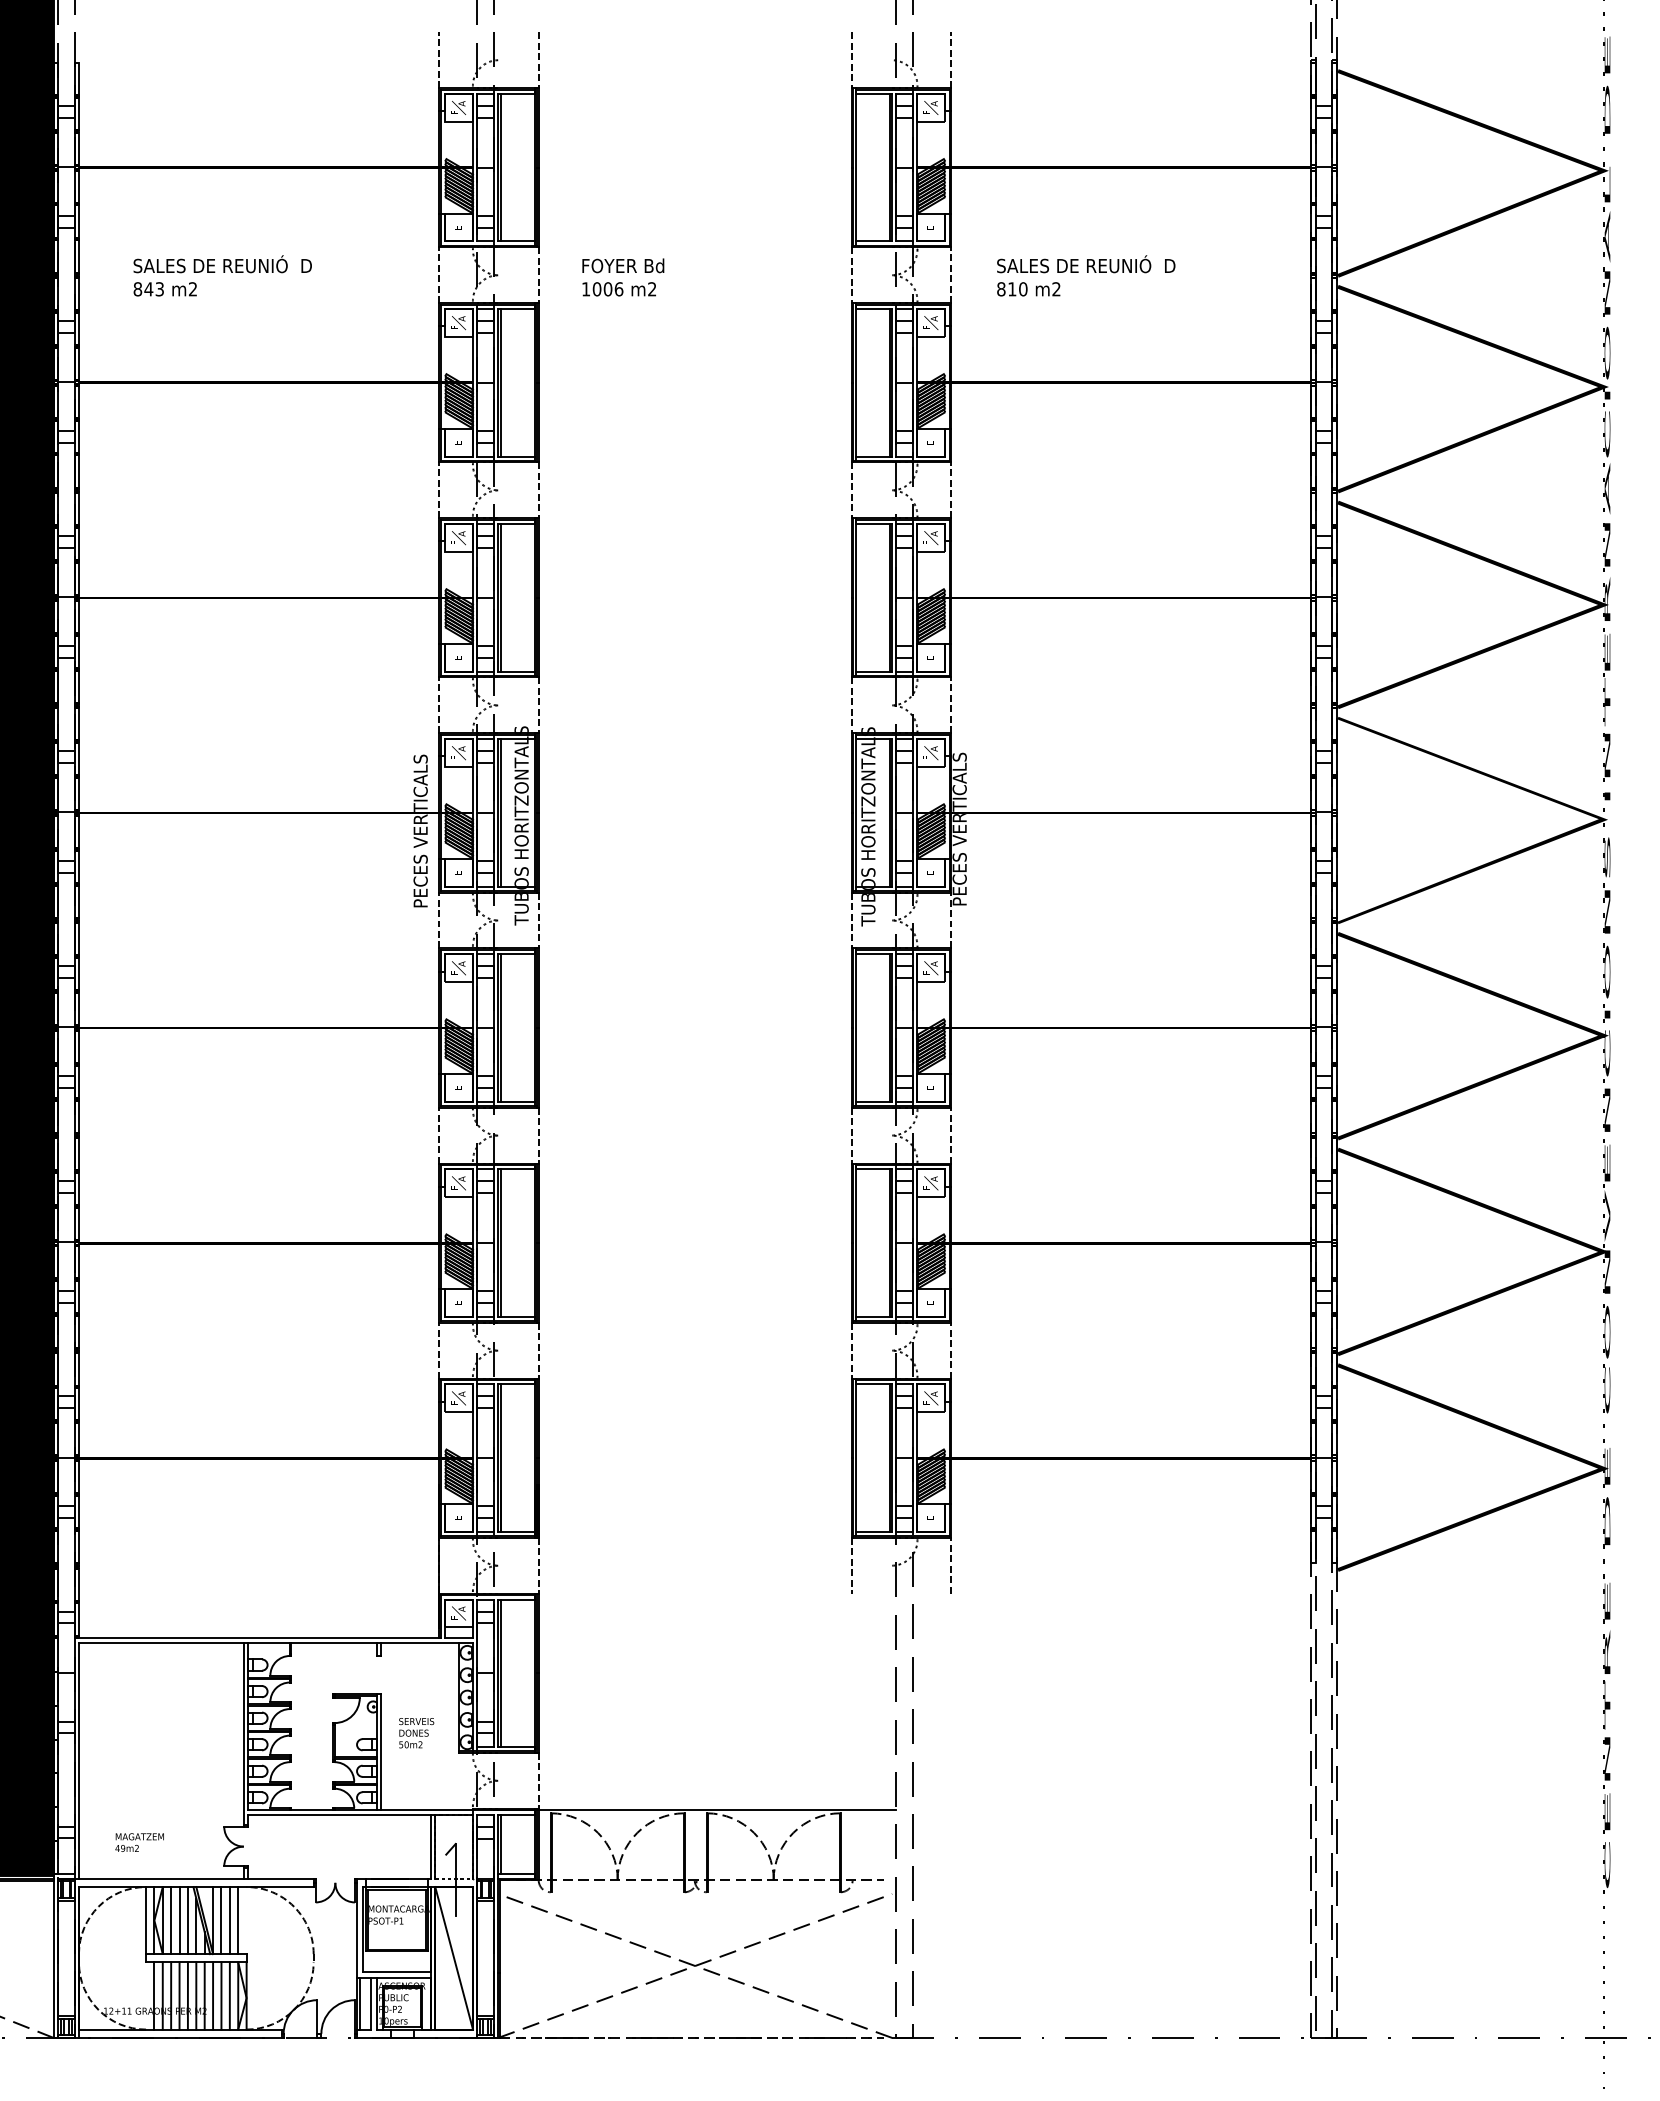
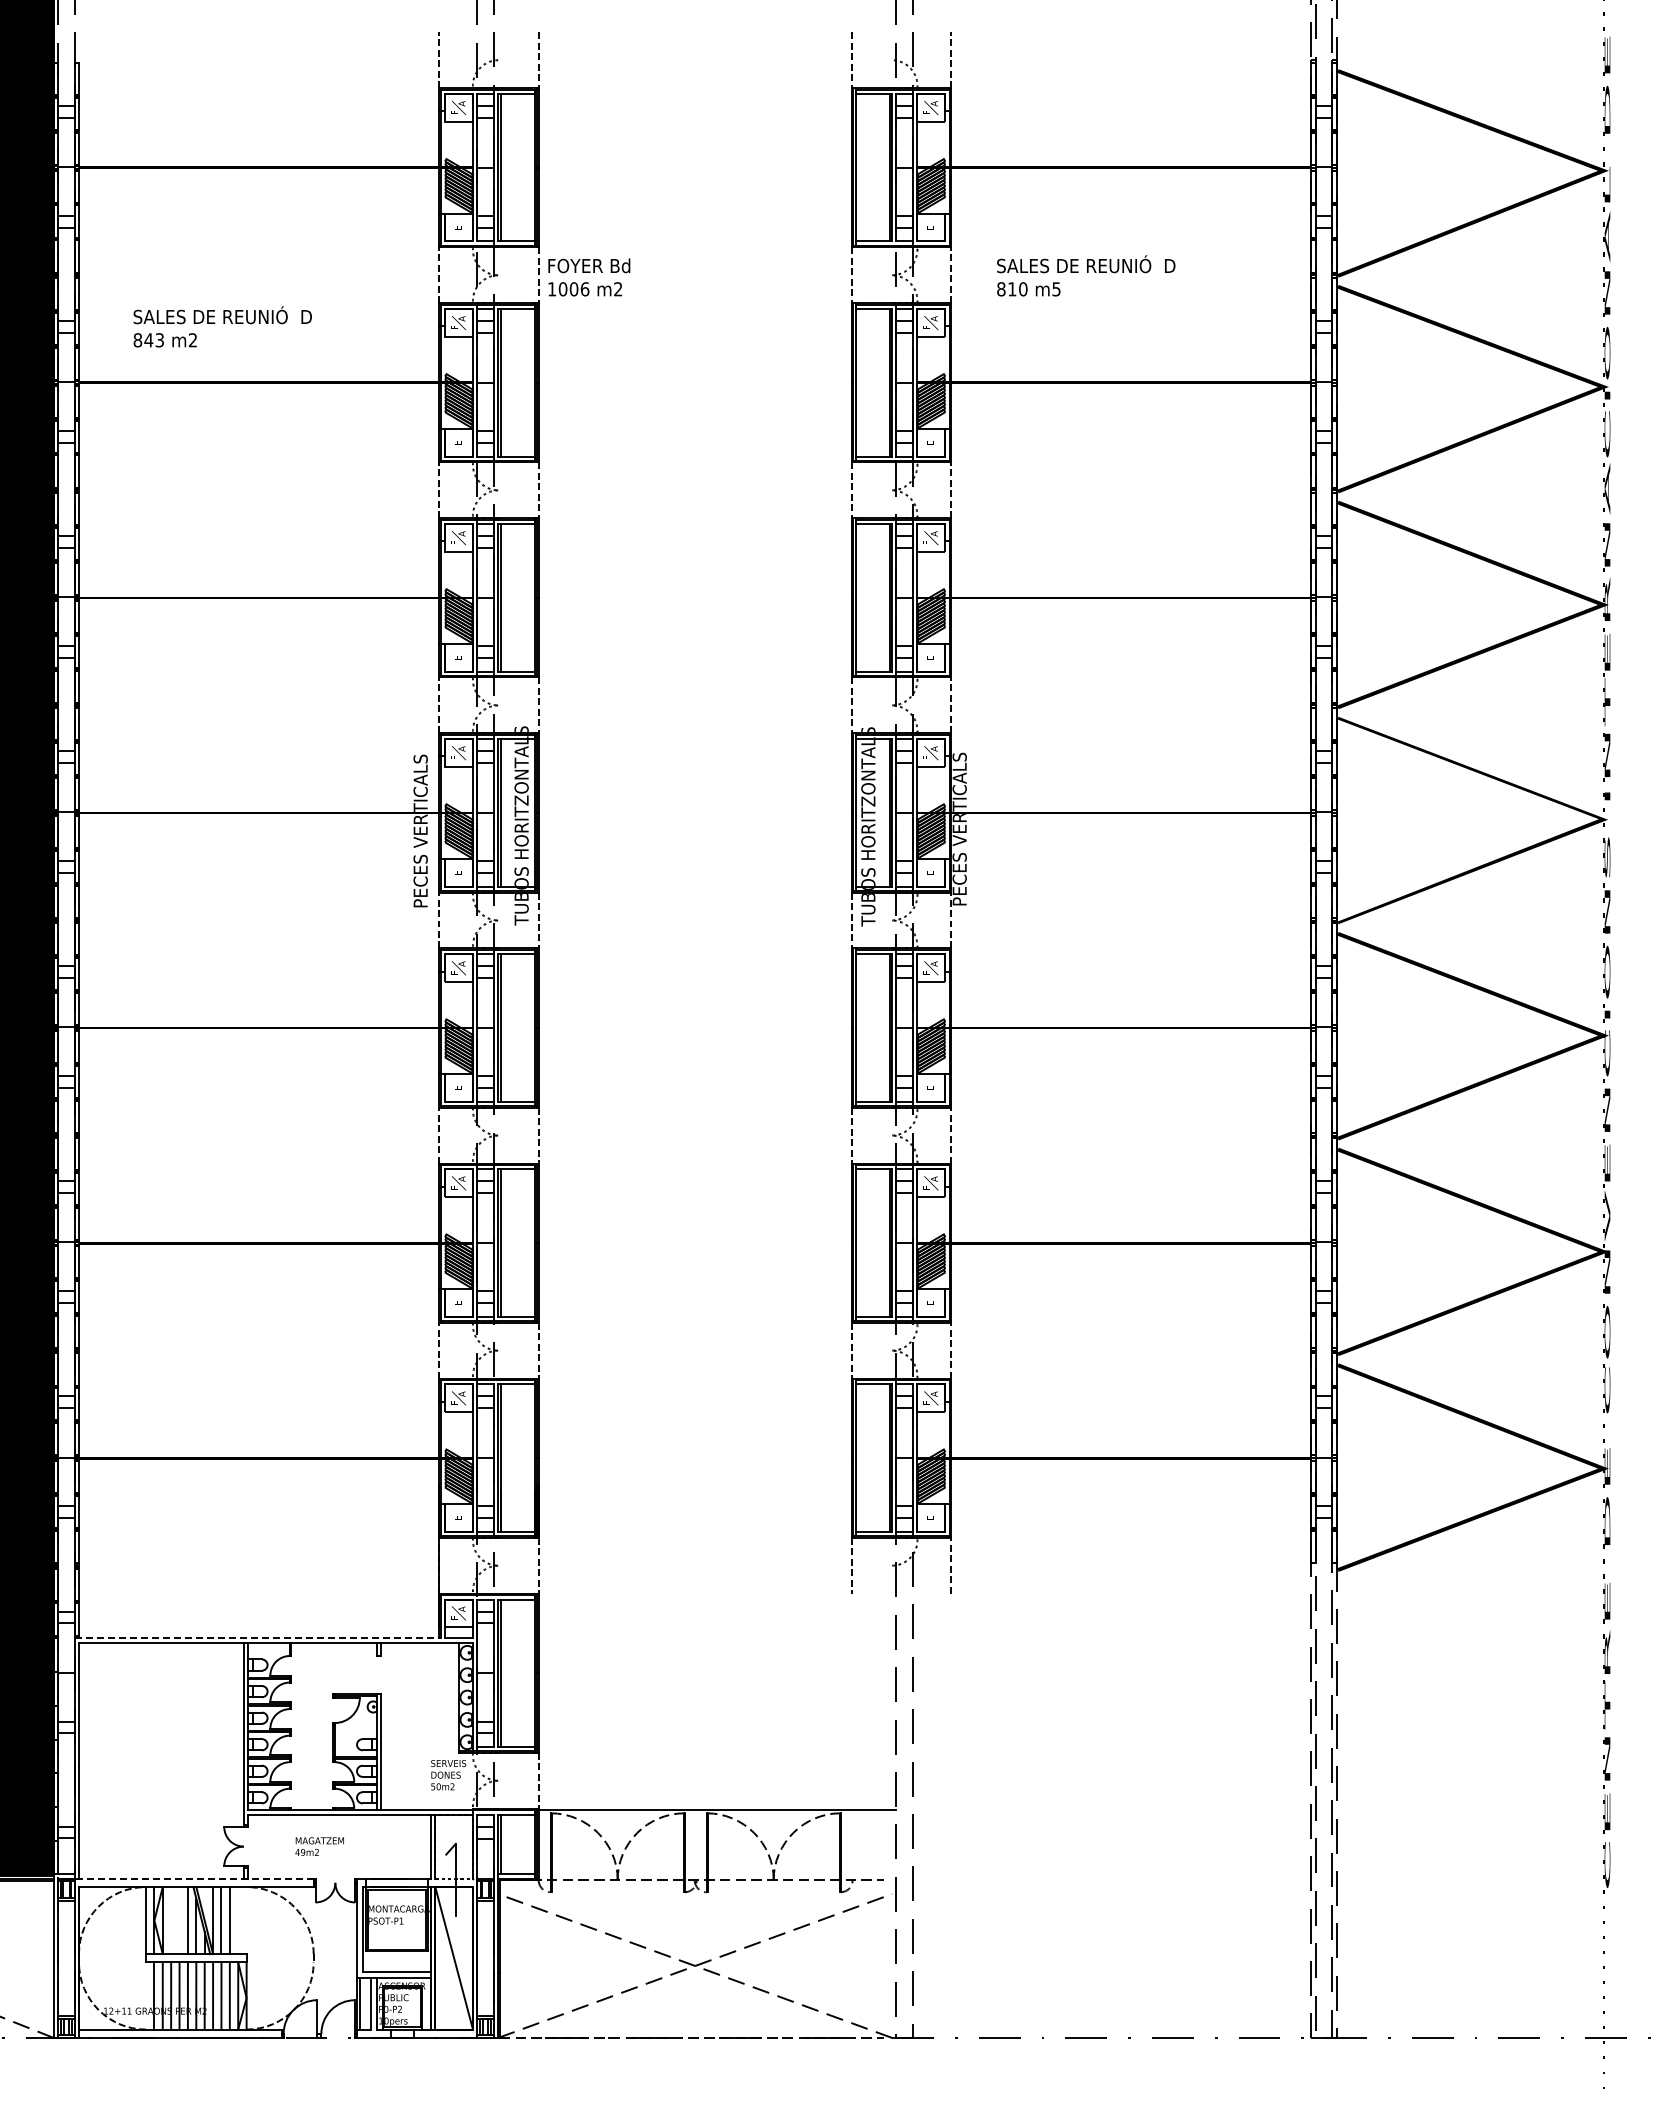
text at (222, 275) position: (222, 275) -> (222, 326)
text at (623, 277) position: (623, 277) -> (589, 277)
text at (1056, 289): m2 -> m5
line at (258, 1638): solid -> dashed
text at (416, 1733) position: (416, 1733) -> (448, 1775)
text at (139, 1842) position: (139, 1842) -> (319, 1846)
line at (193, 1878): solid -> dashed
line at (171, 1920): present -> none
line at (179, 1920): present -> none
line at (238, 1920): present -> none
